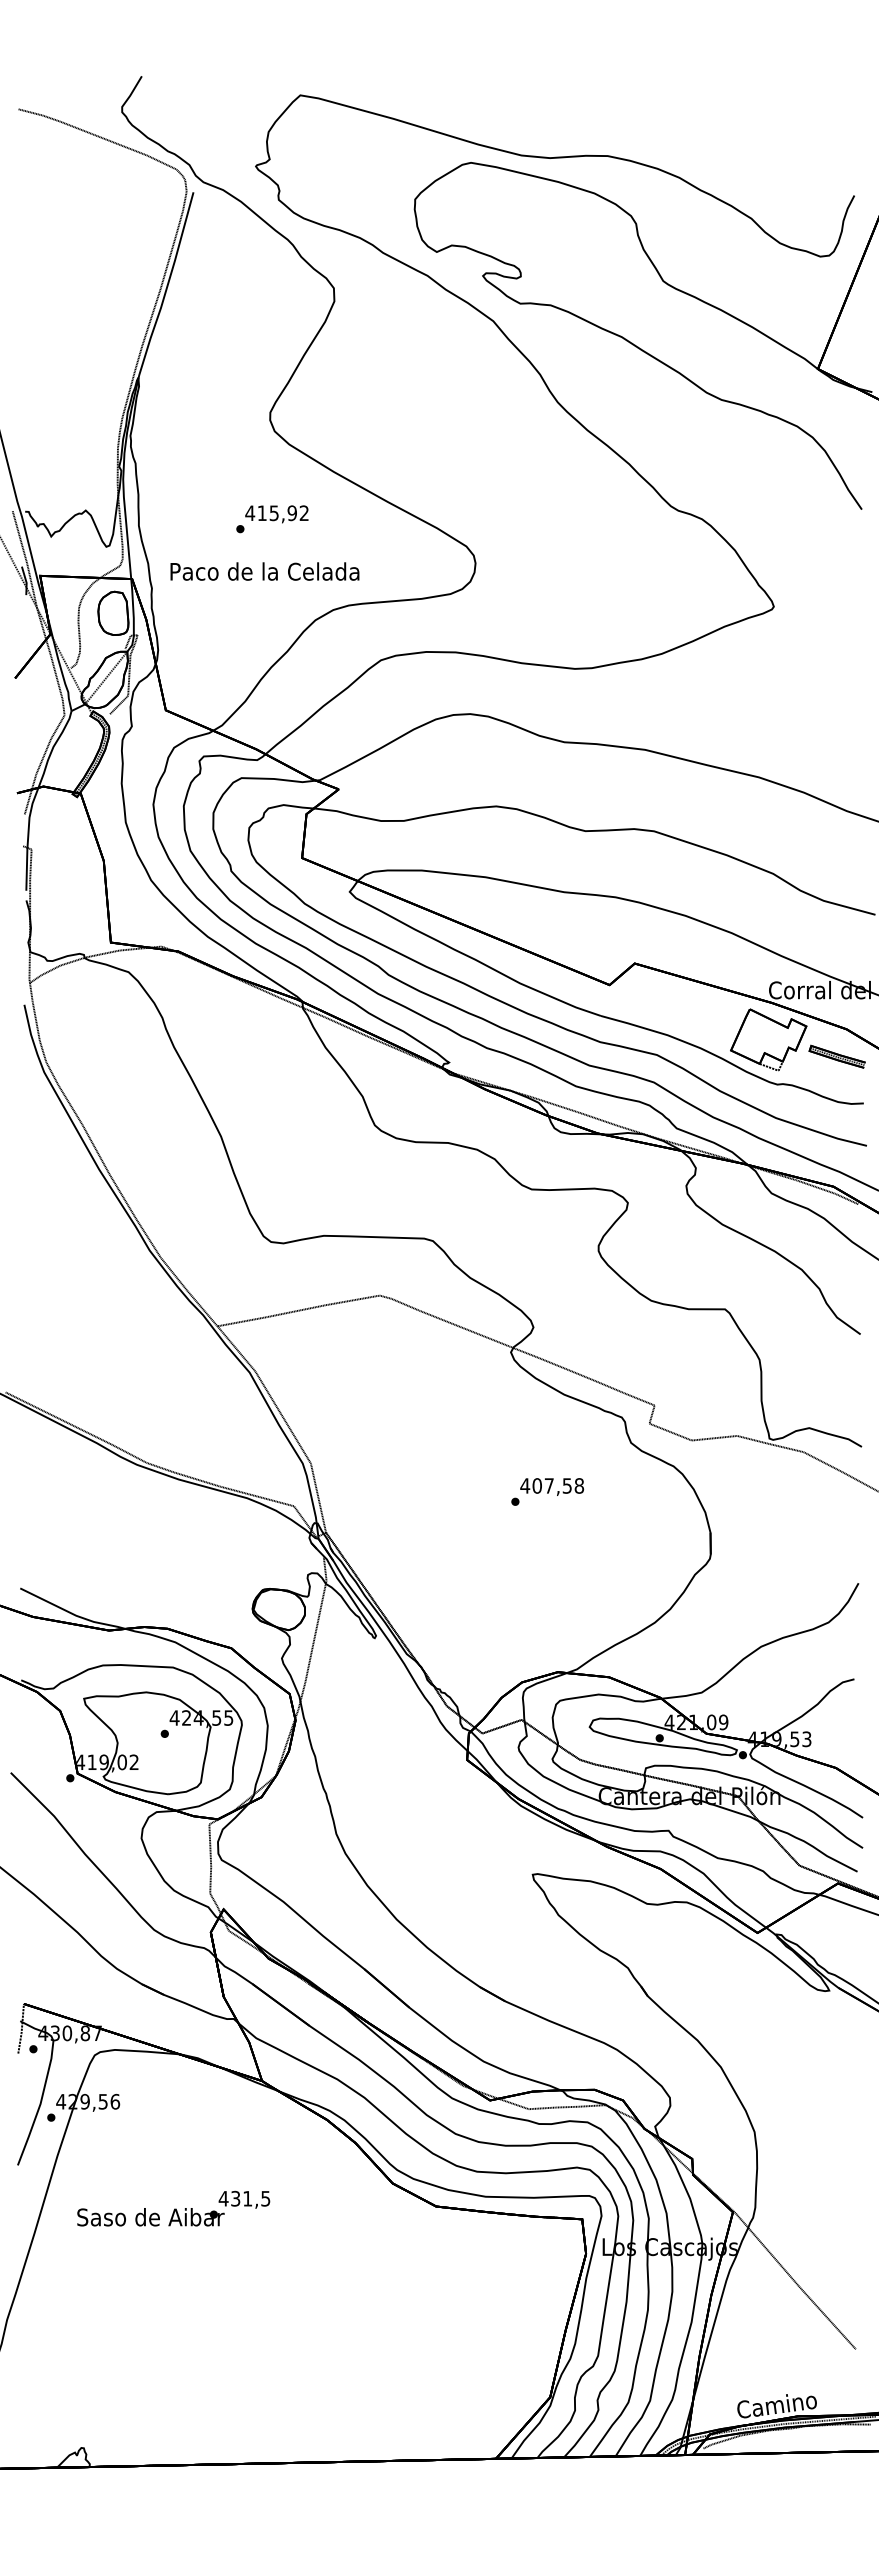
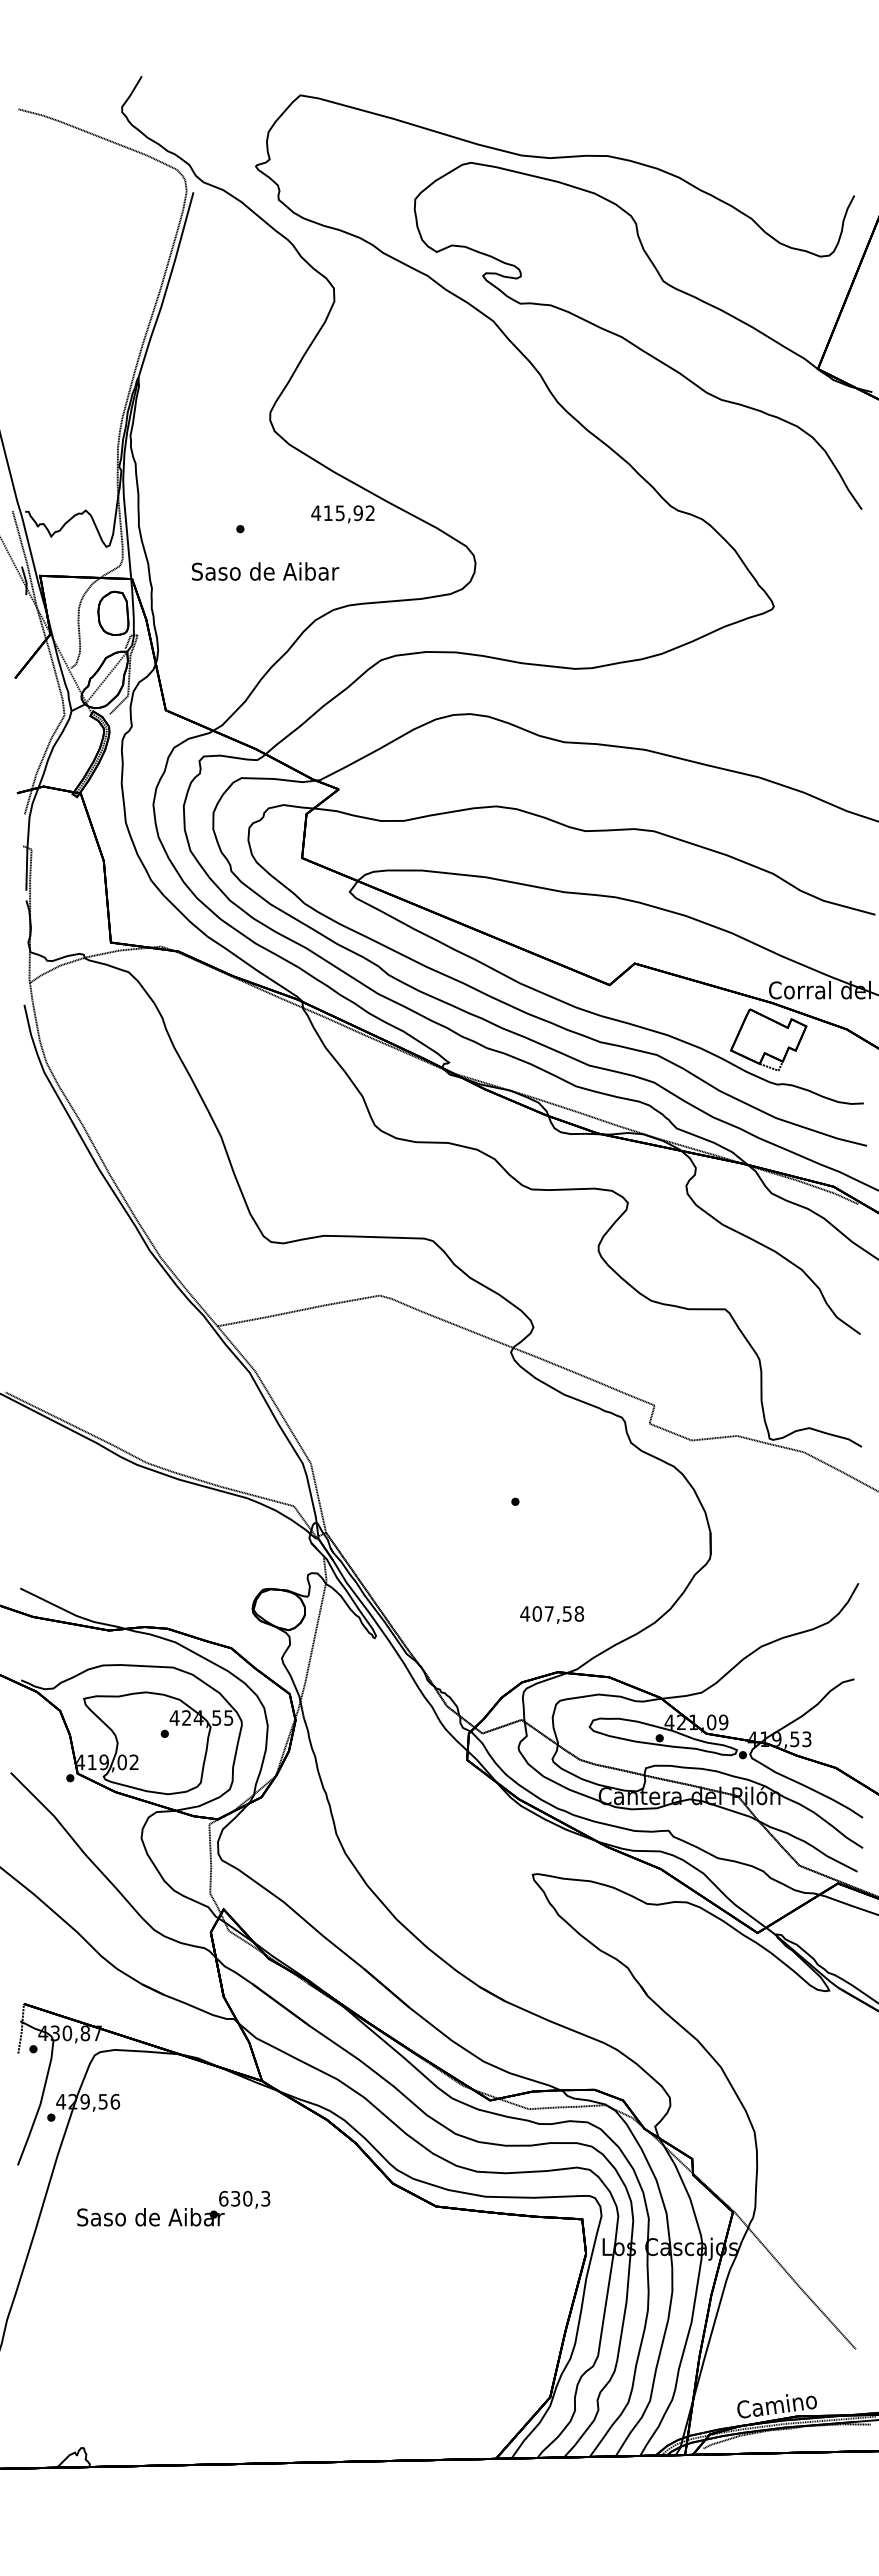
text at (276, 514) position: (276, 514) -> (342, 514)
text at (264, 571): Paco de la Celada -> Saso de Aibar
part at (836, 1056): present -> none
text at (552, 1486) position: (552, 1486) -> (552, 1614)
text at (244, 2198): 431,5 -> 630,3
